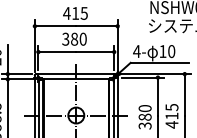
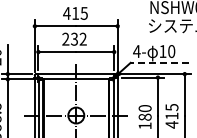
text at (74, 38): 380 -> 232
line at (159, 62): solid -> dashed
text at (144, 125): 380 -> 180
